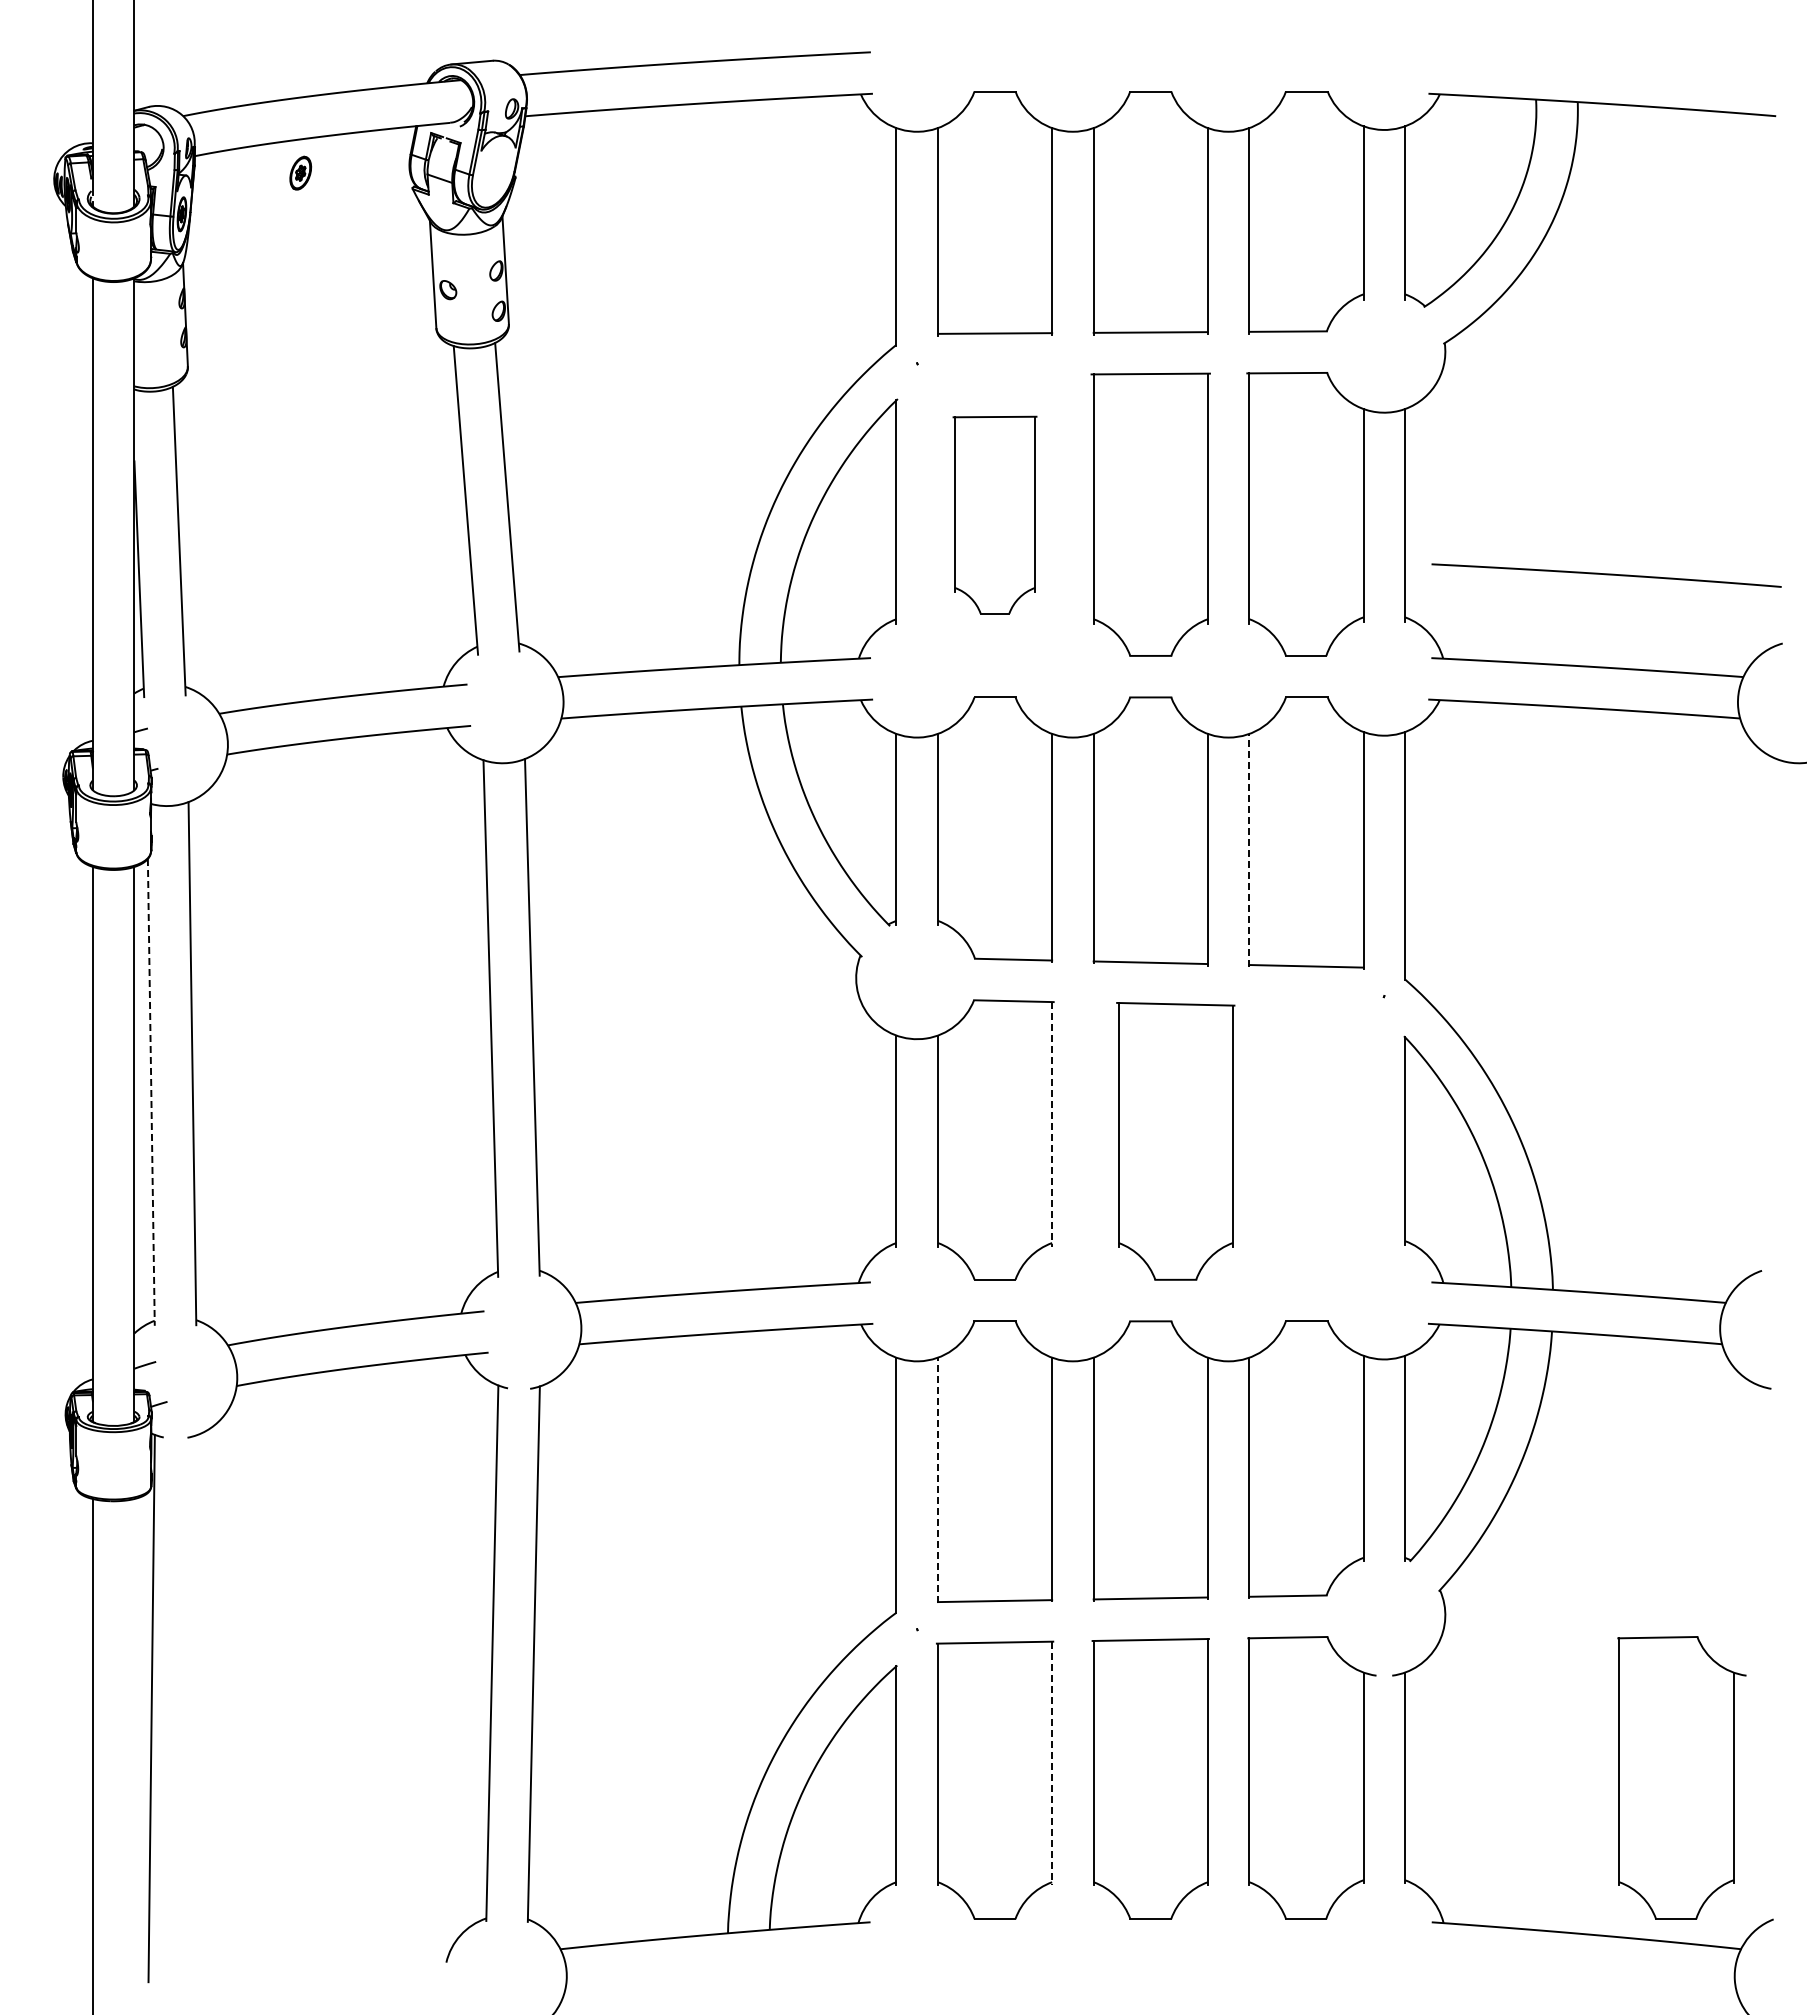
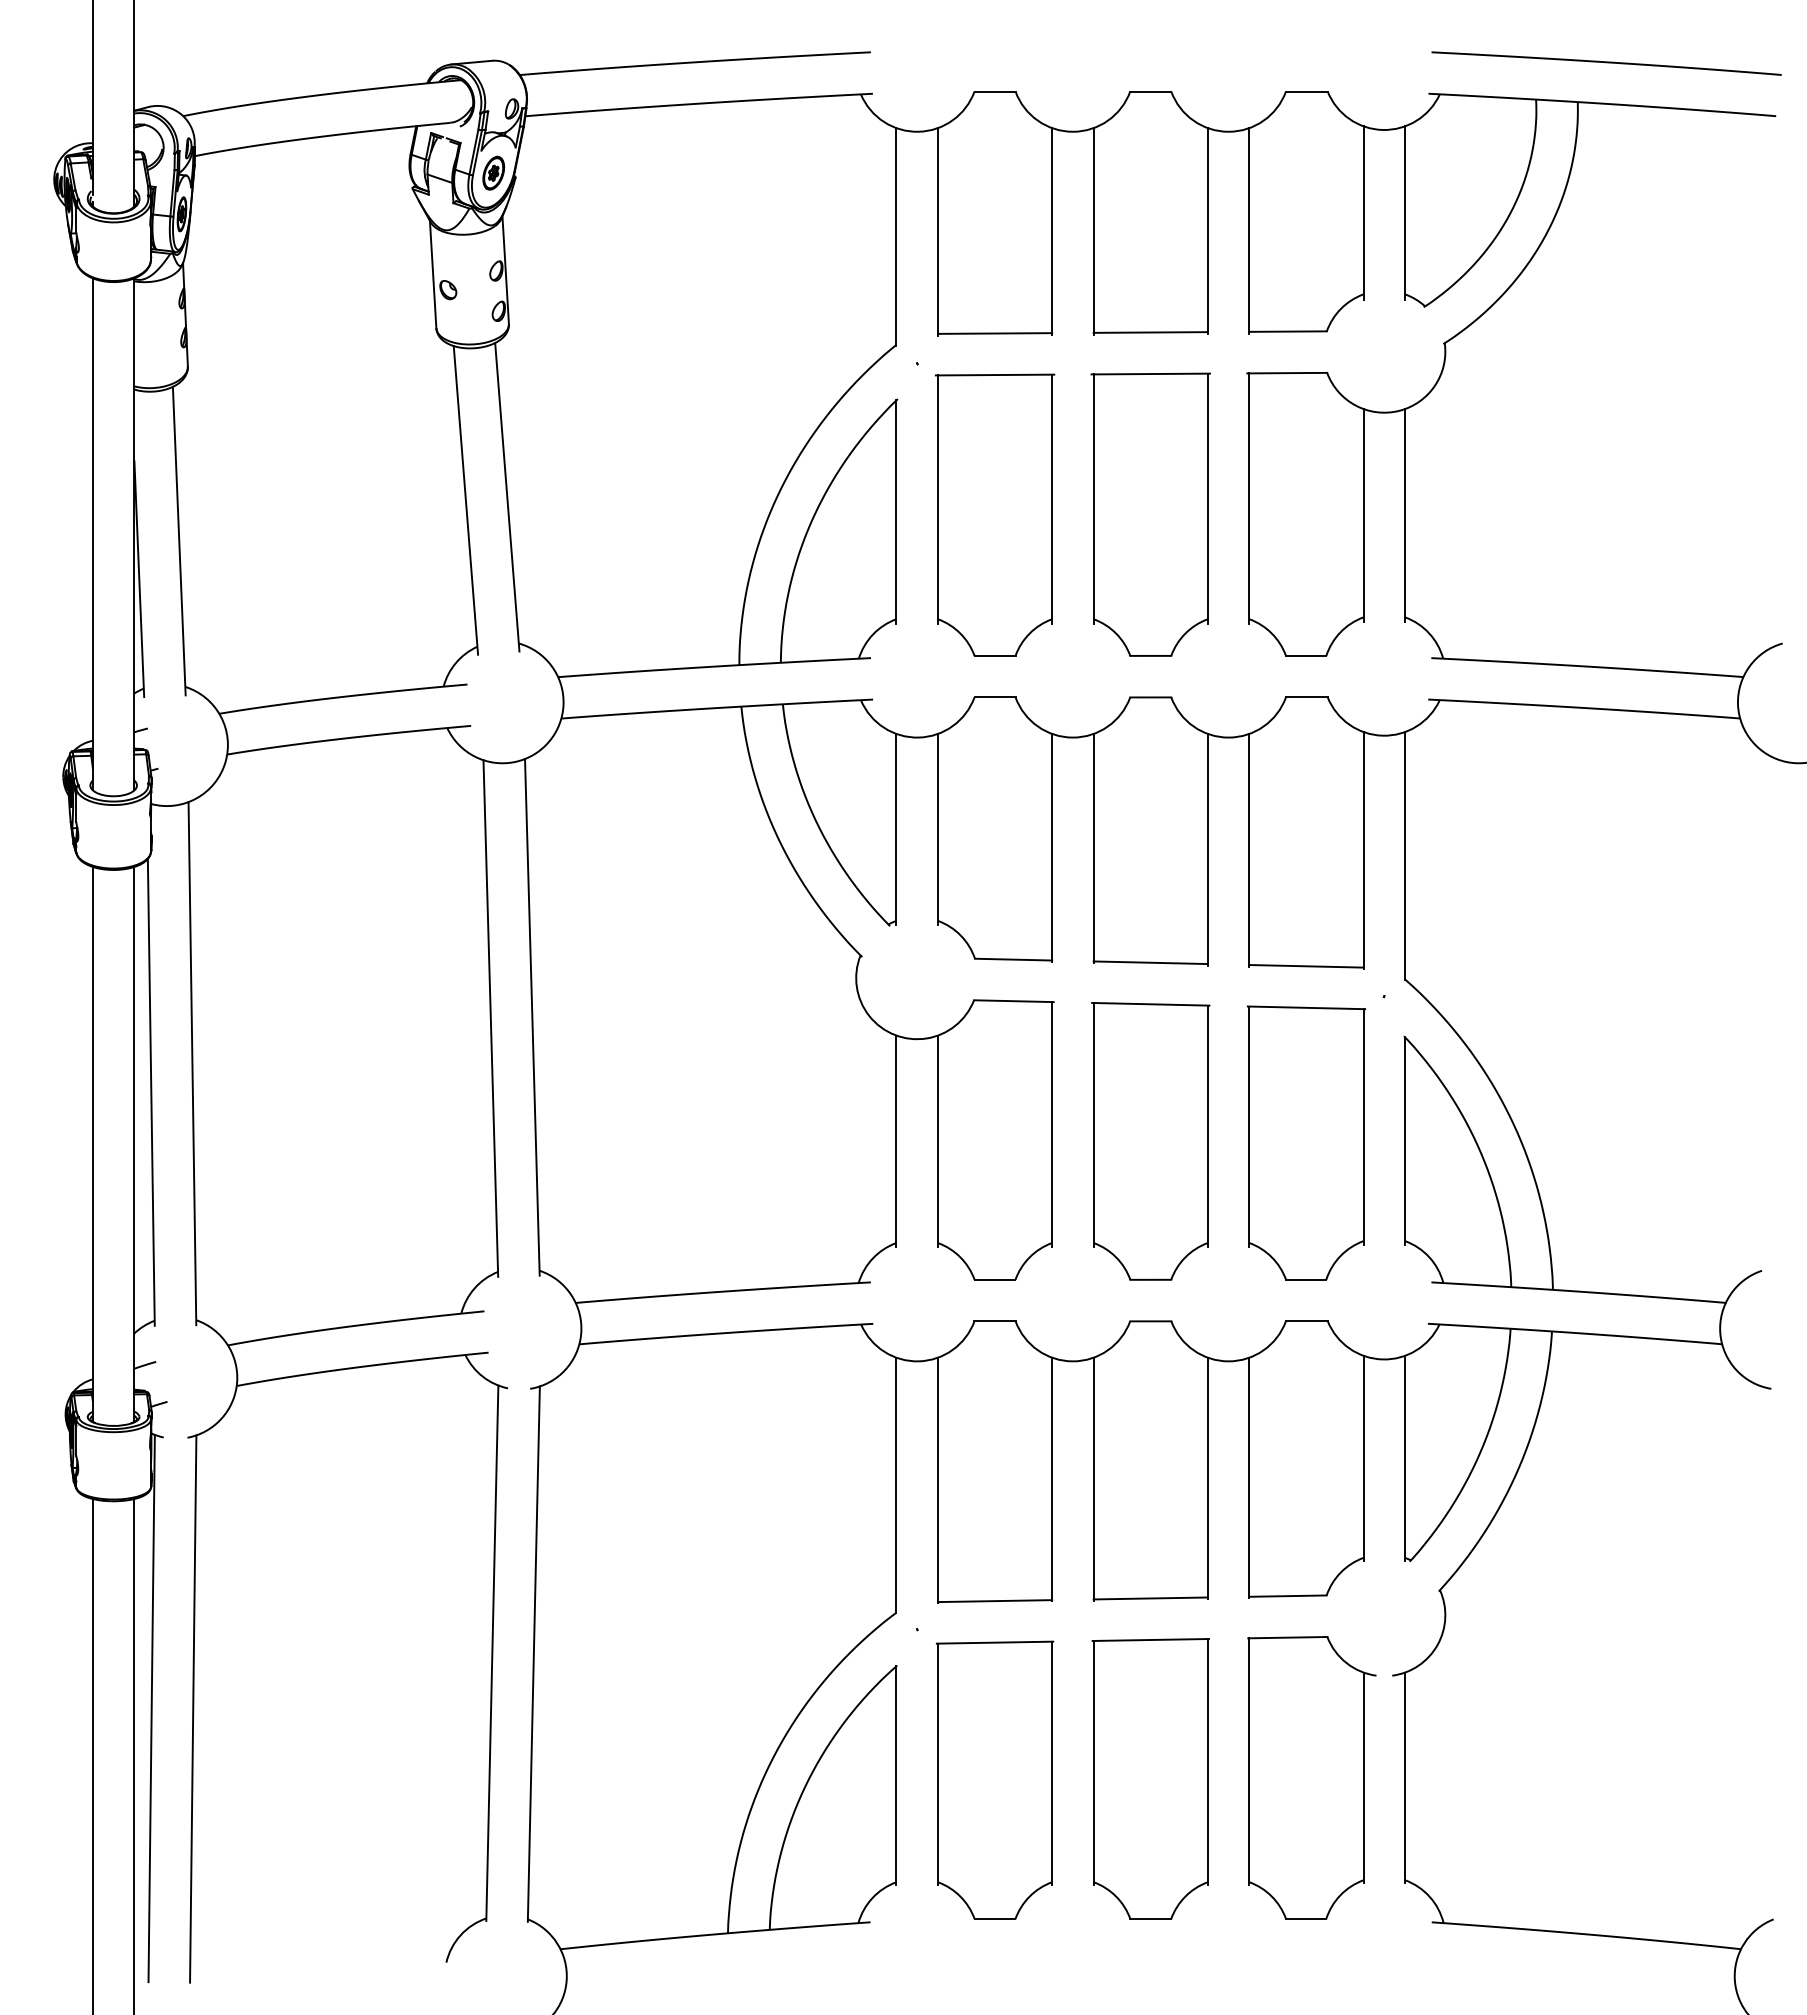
part at (300, 172) position: (300, 172) -> (493, 172)
part at (994, 514) size: 86x200 px -> 122x284 px
curve at (1606, 575) position: (1606, 575) -> (1606, 63)
line at (1249, 849): dashed -> solid
line at (151, 1092): dashed -> solid
line at (1052, 1124): dashed -> solid
part at (1175, 1141) position: (1175, 1141) -> (1150, 1141)
part at (1306, 1142): none -> present
line at (937, 1480): dashed -> solid
line at (193, 1708): none -> present
line at (134, 1754): none -> present
line at (1052, 1763): dashed -> solid
part at (1681, 1777): present -> none
